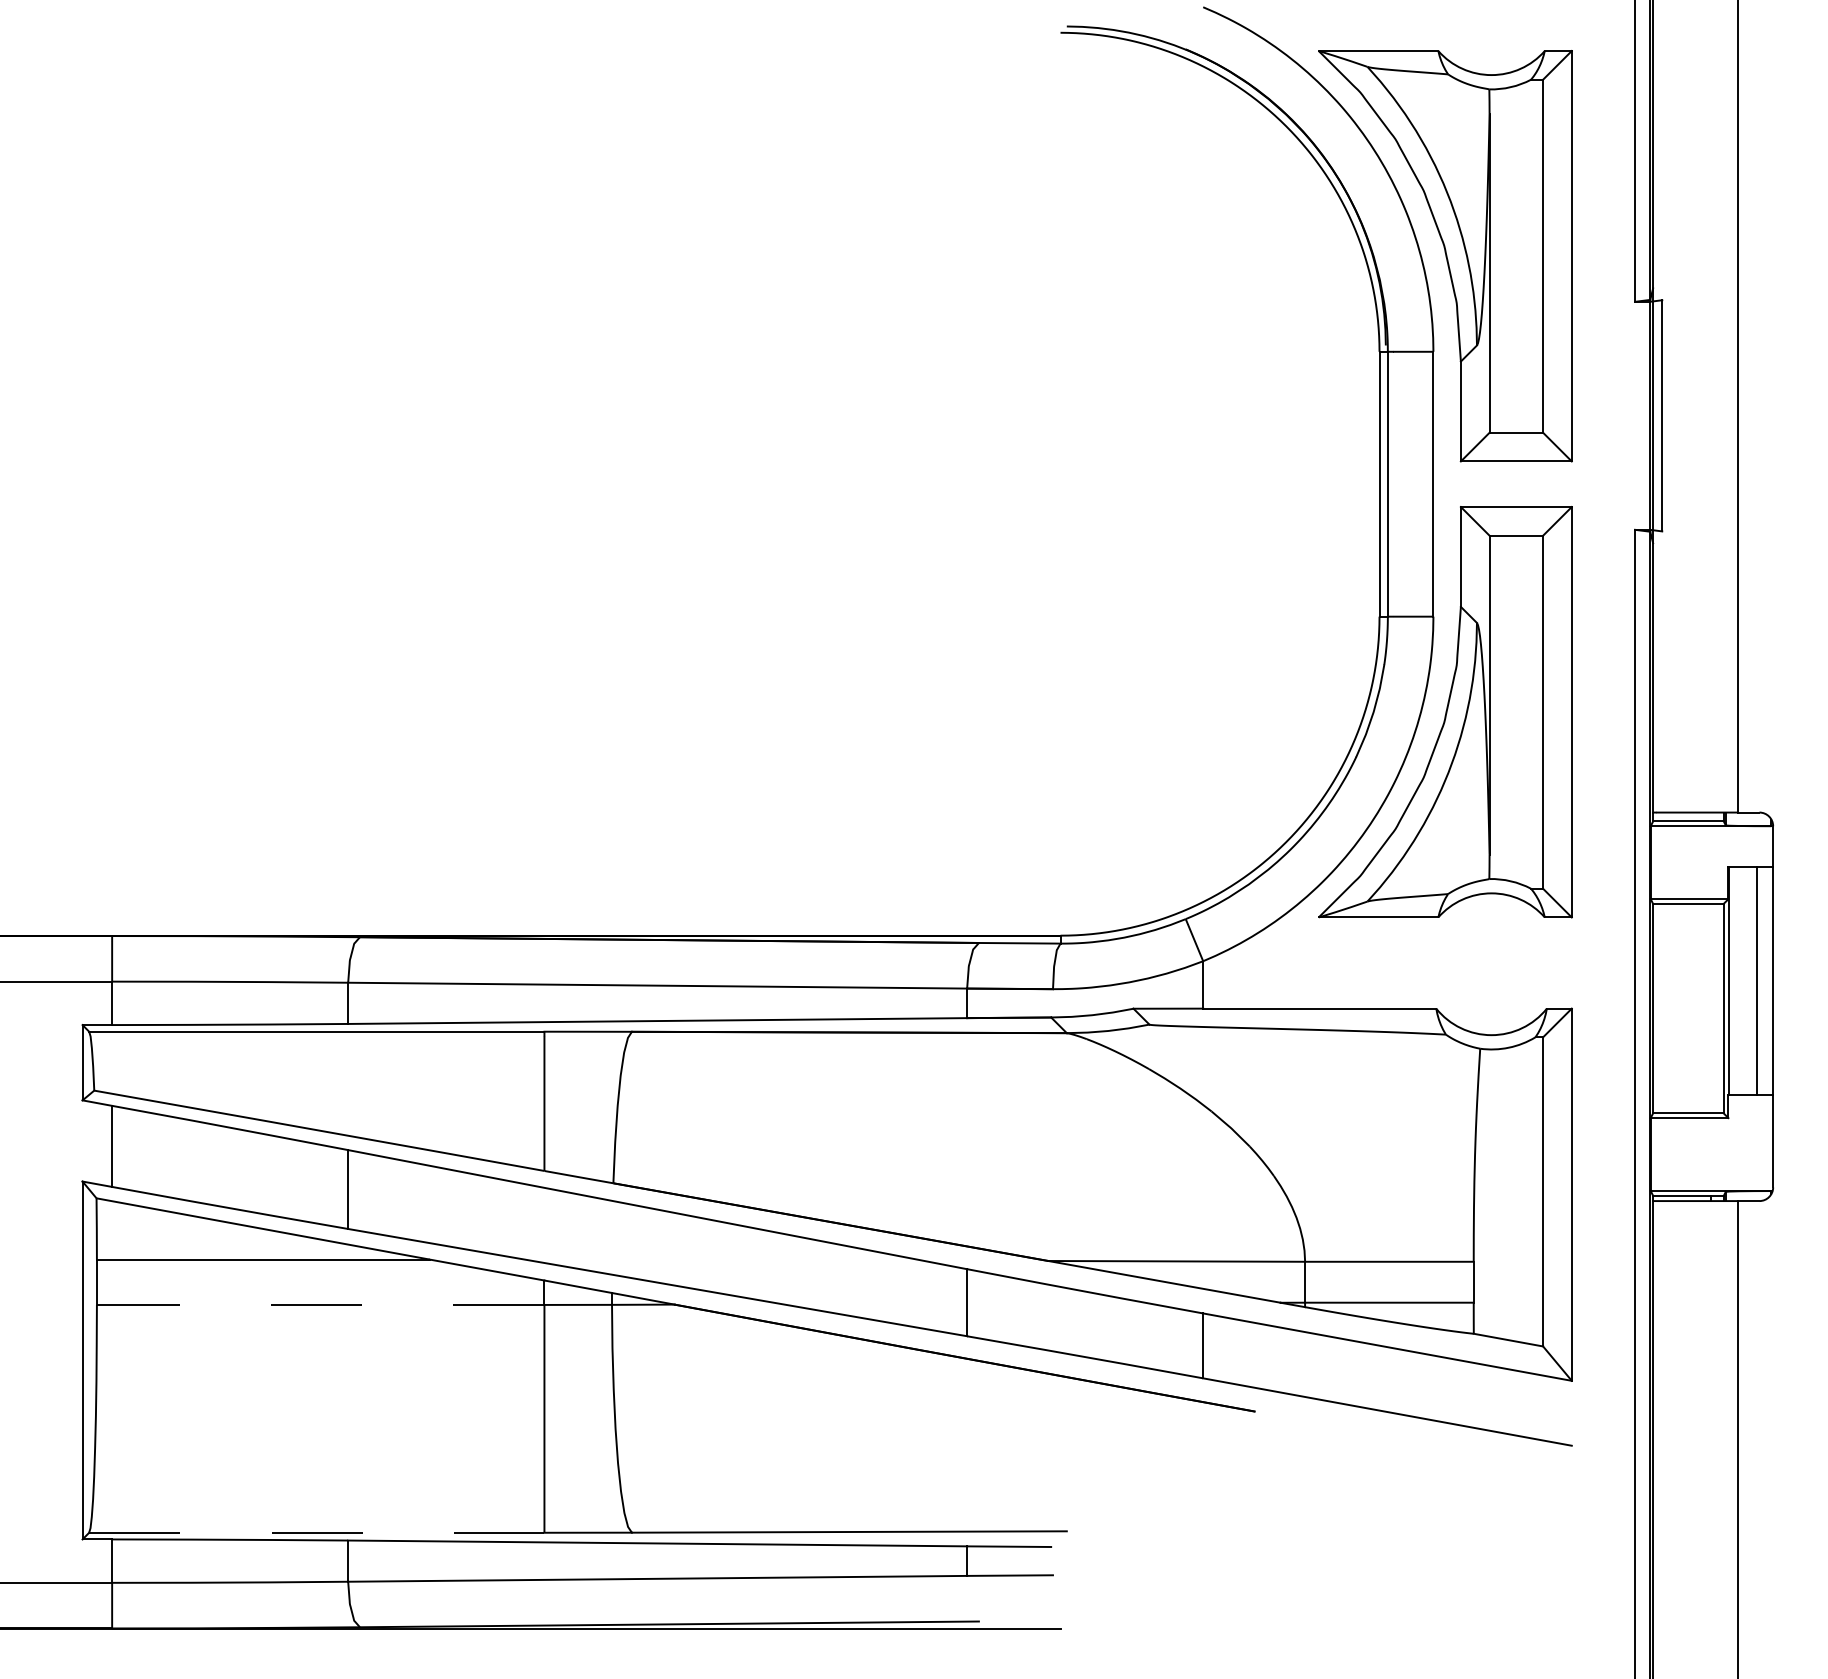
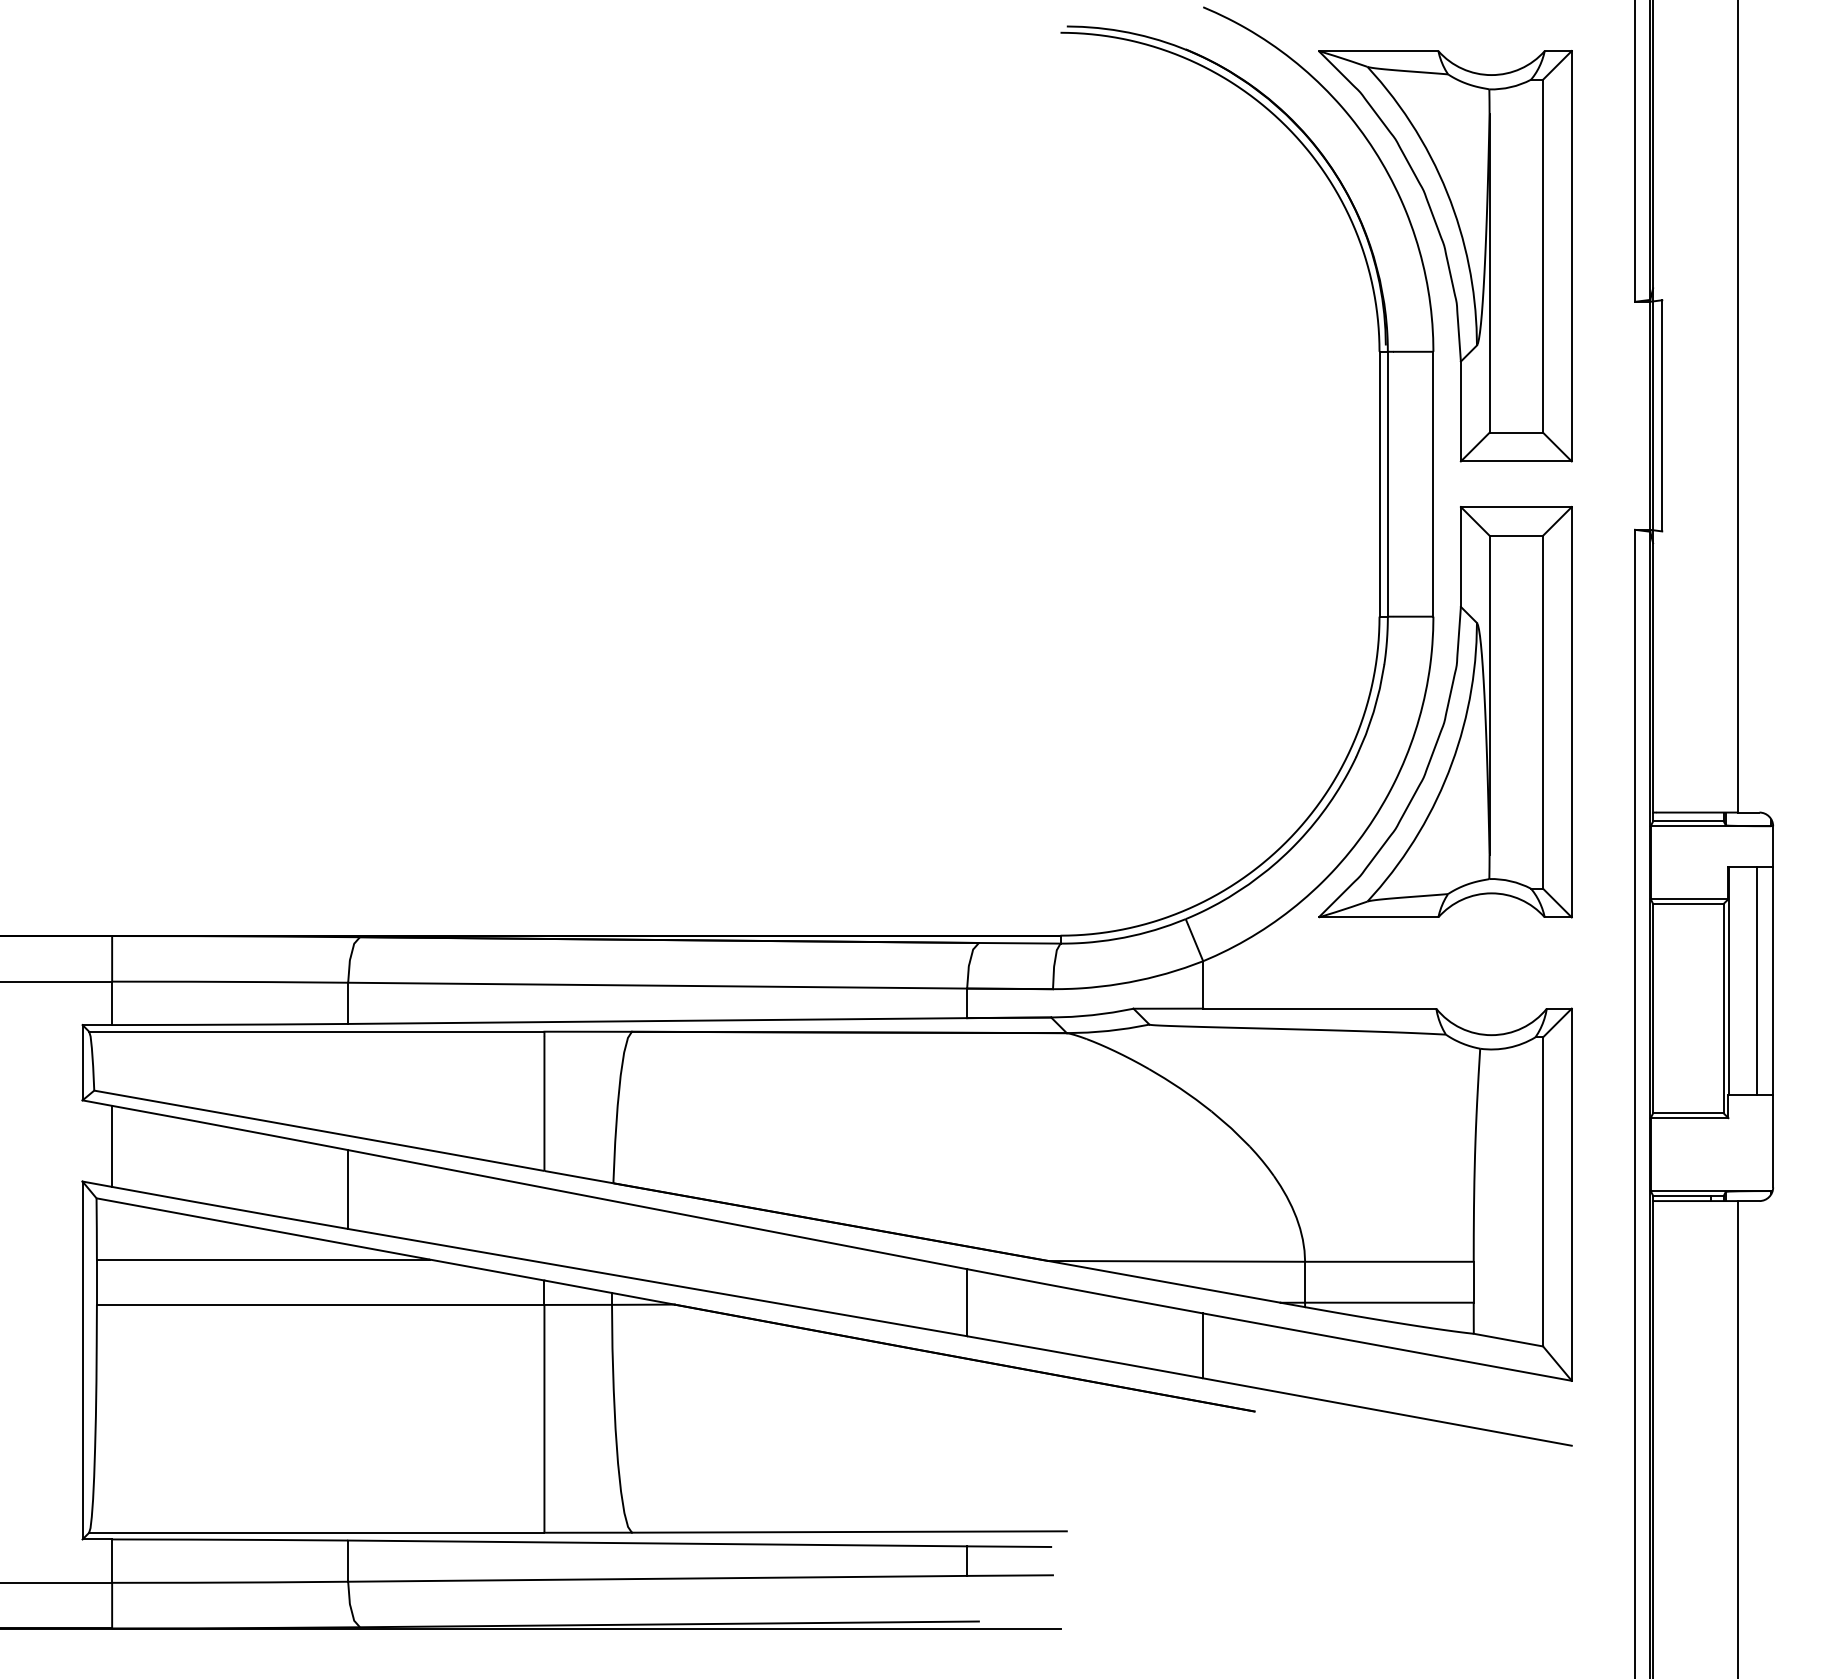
line at (320, 1304): dashed -> solid
line at (316, 1532): dashed -> solid
